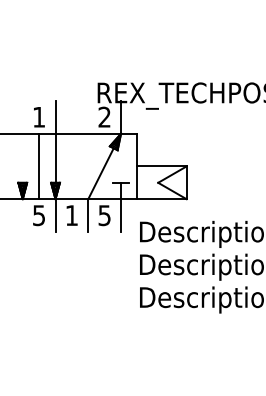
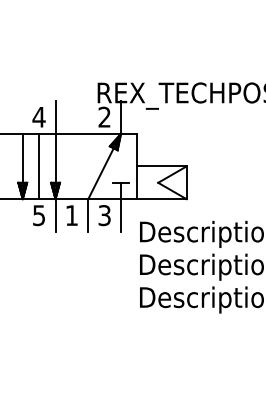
text at (38, 117): 1 -> 4
line at (22, 157): none -> present
text at (104, 215): 5 -> 3
